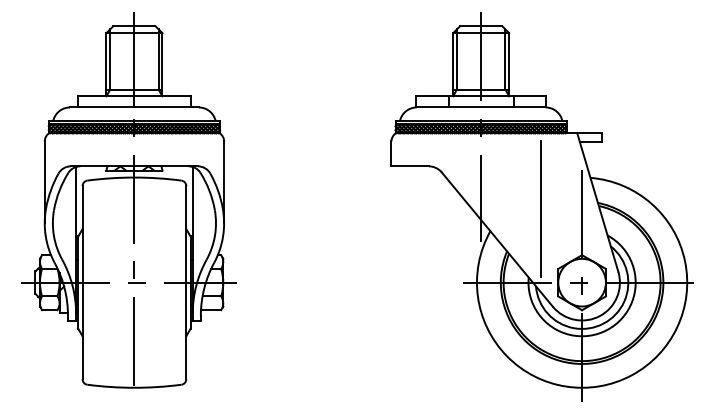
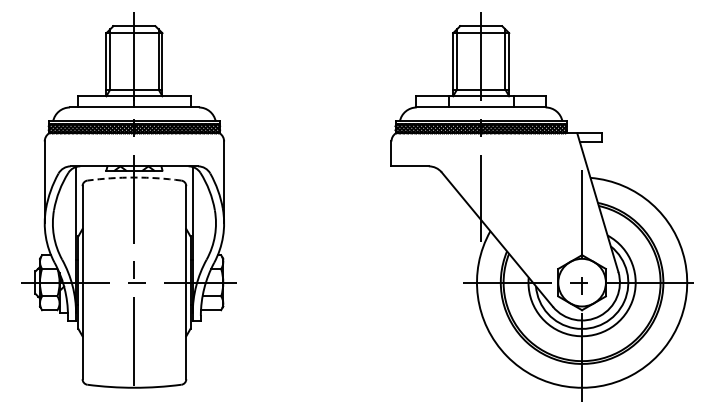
arc at (134, 177): solid -> dashed
line at (541, 209): present -> none
